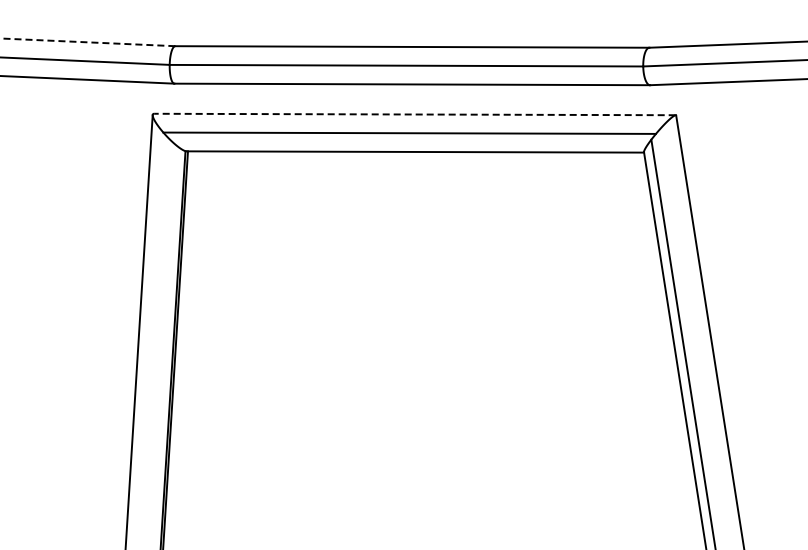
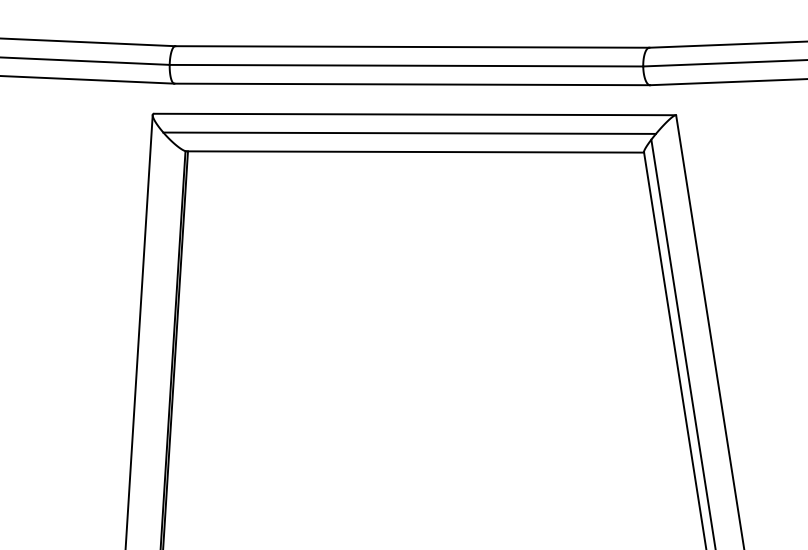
line at (87, 42): dashed -> solid
line at (414, 114): dashed -> solid
